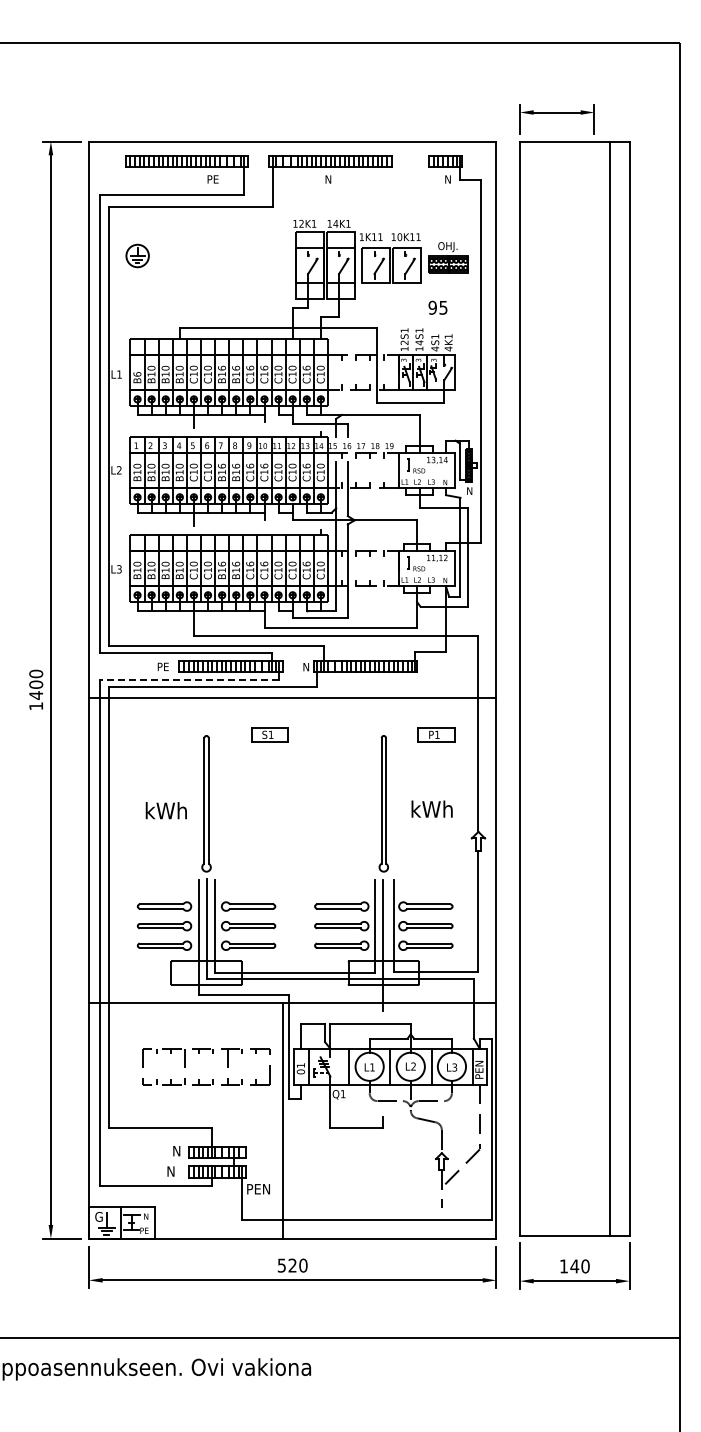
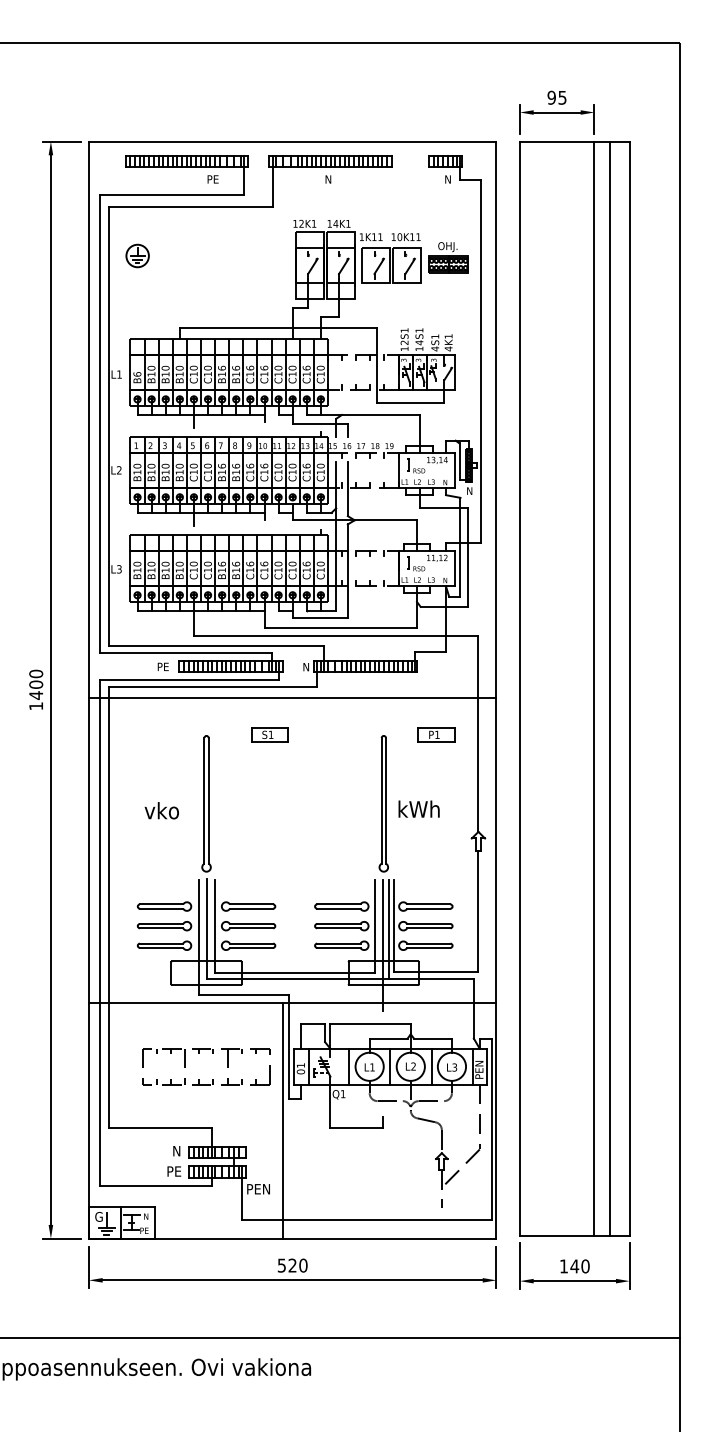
text at (437, 307) position: (437, 307) -> (556, 97)
line at (189, 680): dashed -> solid
line at (594, 688): none -> present
text at (431, 808) position: (431, 808) -> (418, 808)
text at (165, 810): kWh -> vko
line at (388, 929): none -> present
text at (174, 1171): N -> PE
